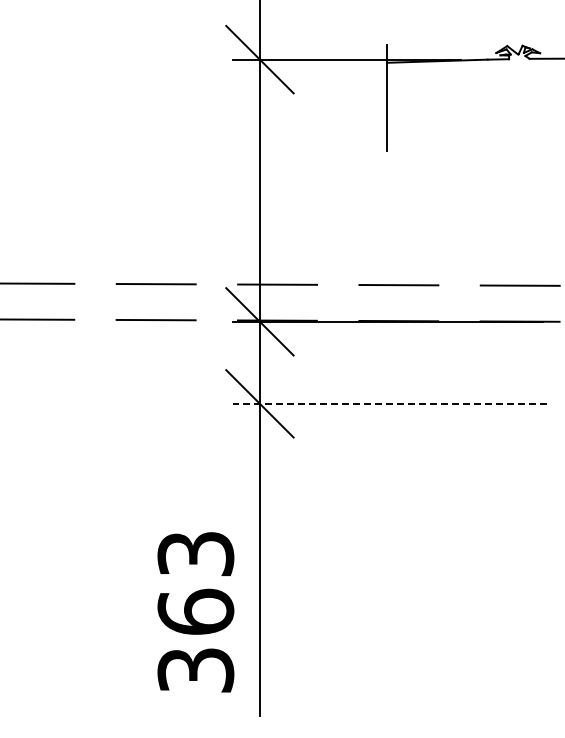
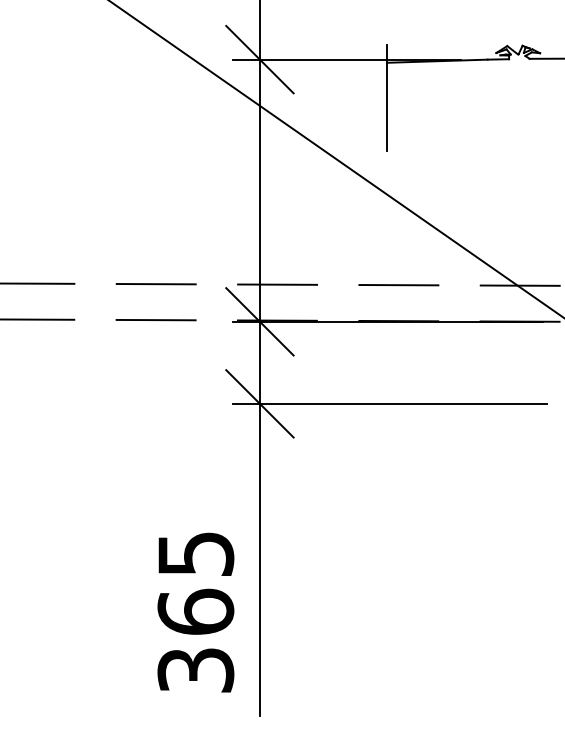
line at (336, 159): none -> present
line at (389, 403): dashed -> solid
text at (195, 554): 363 -> 365
